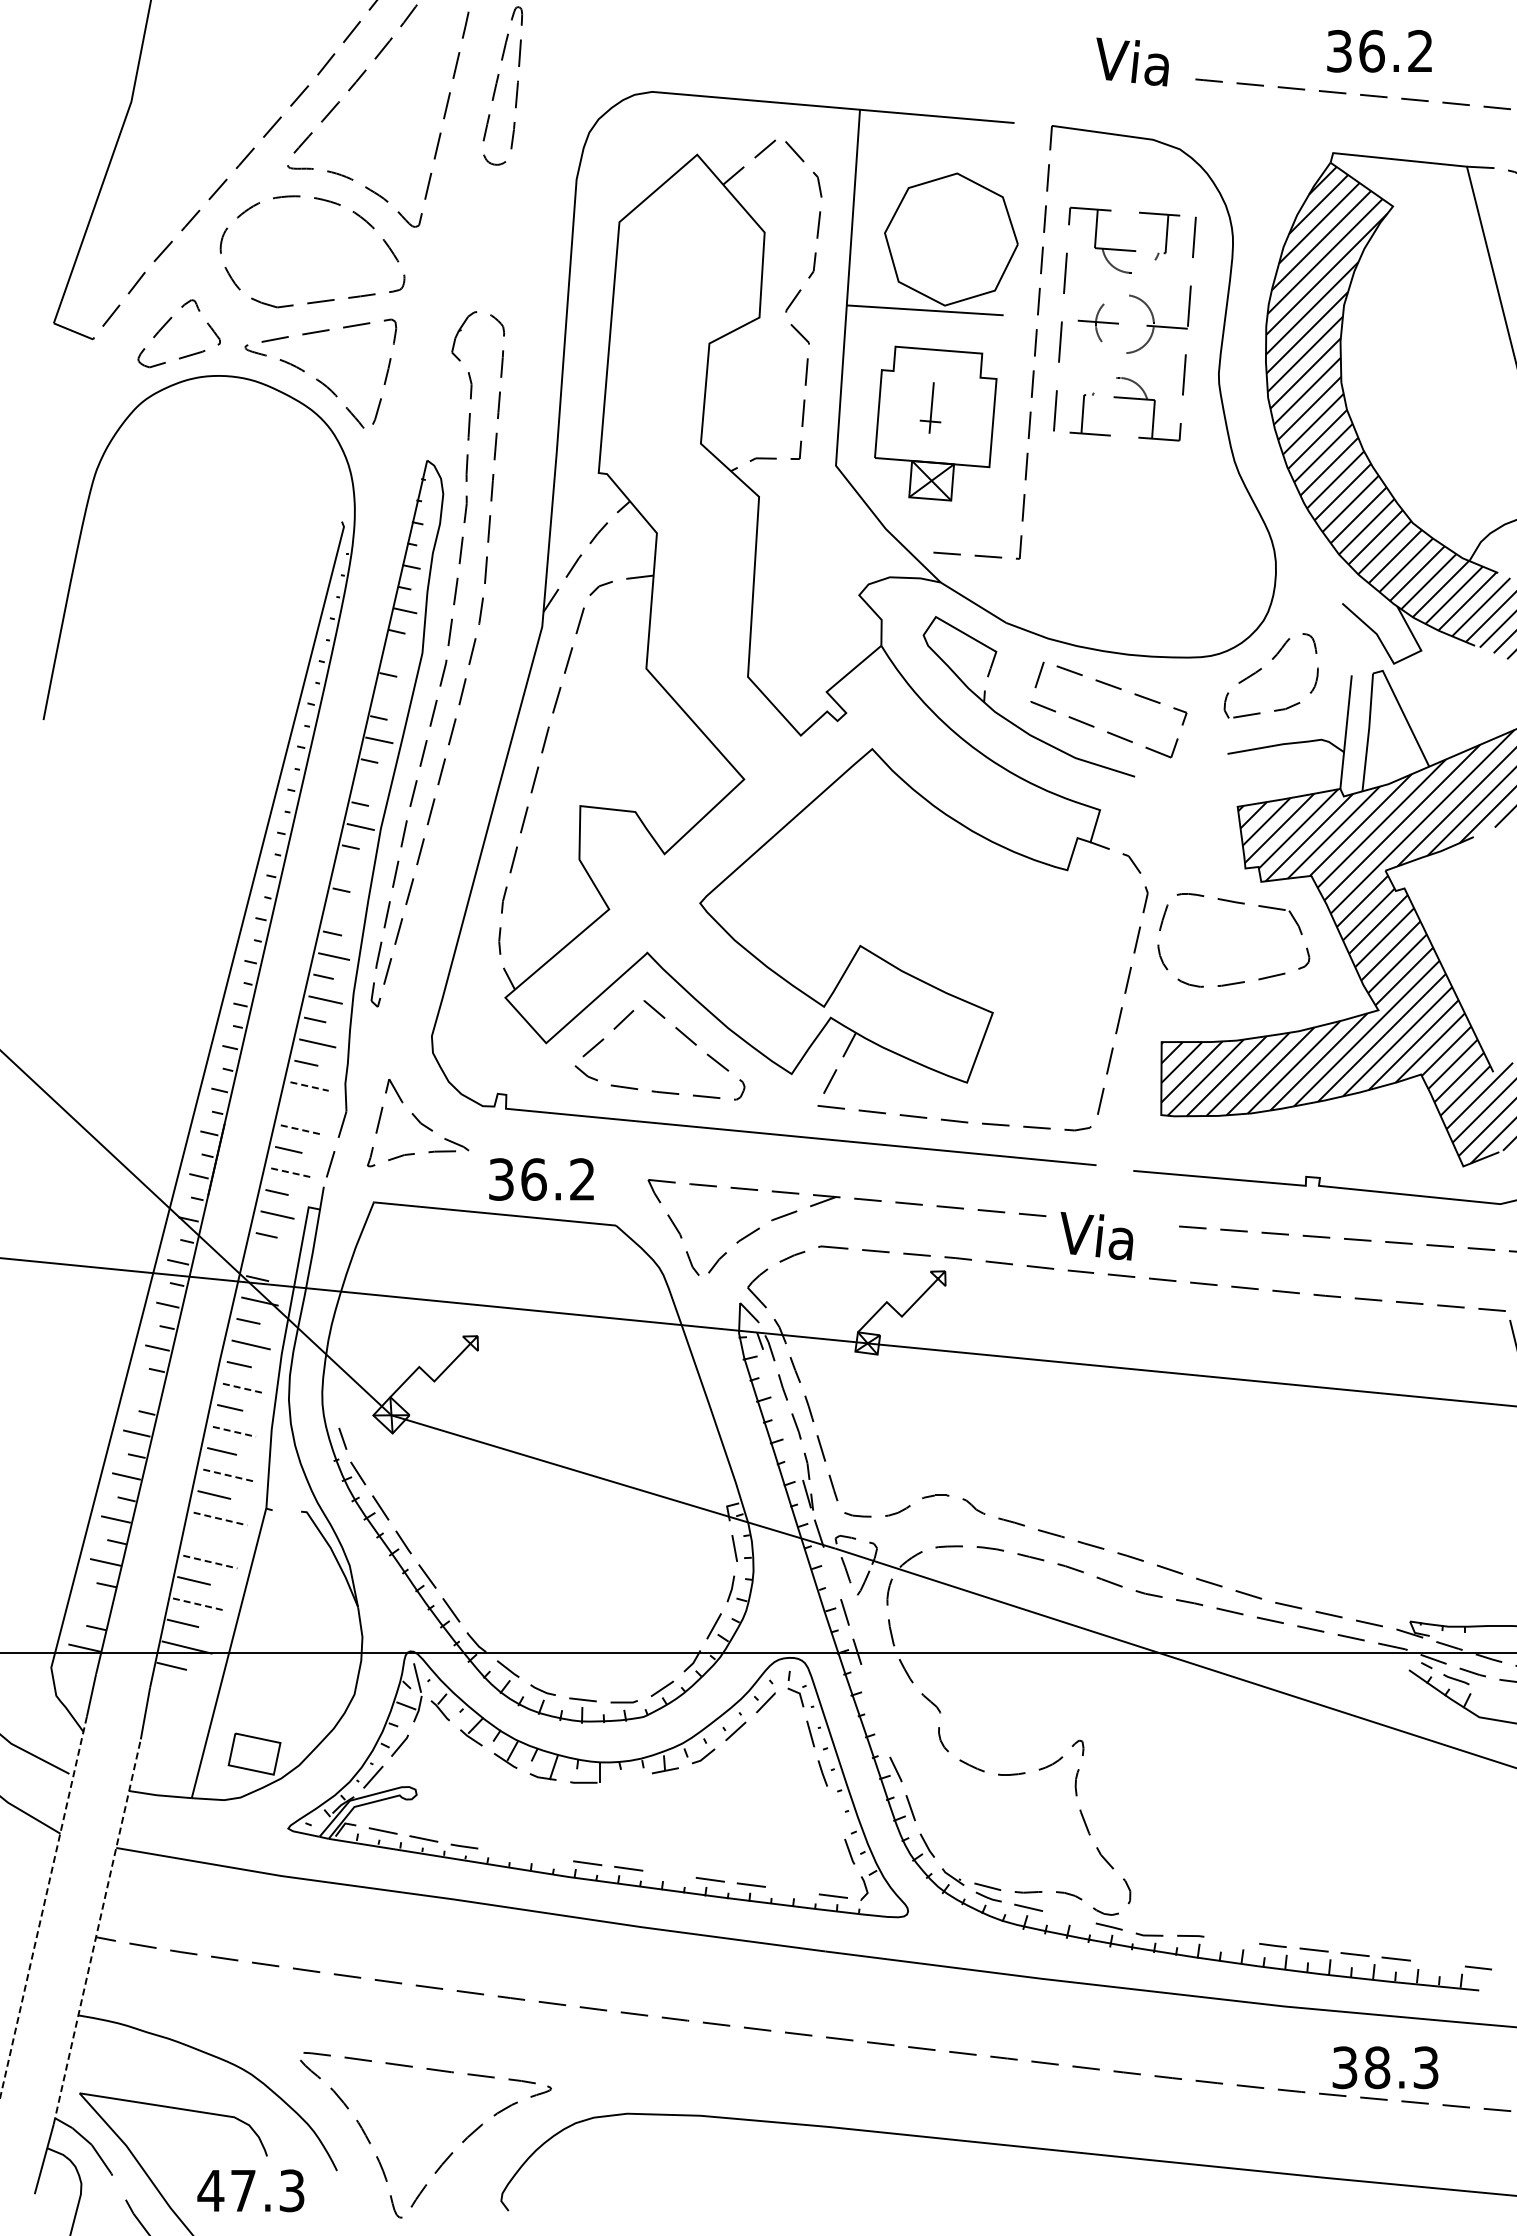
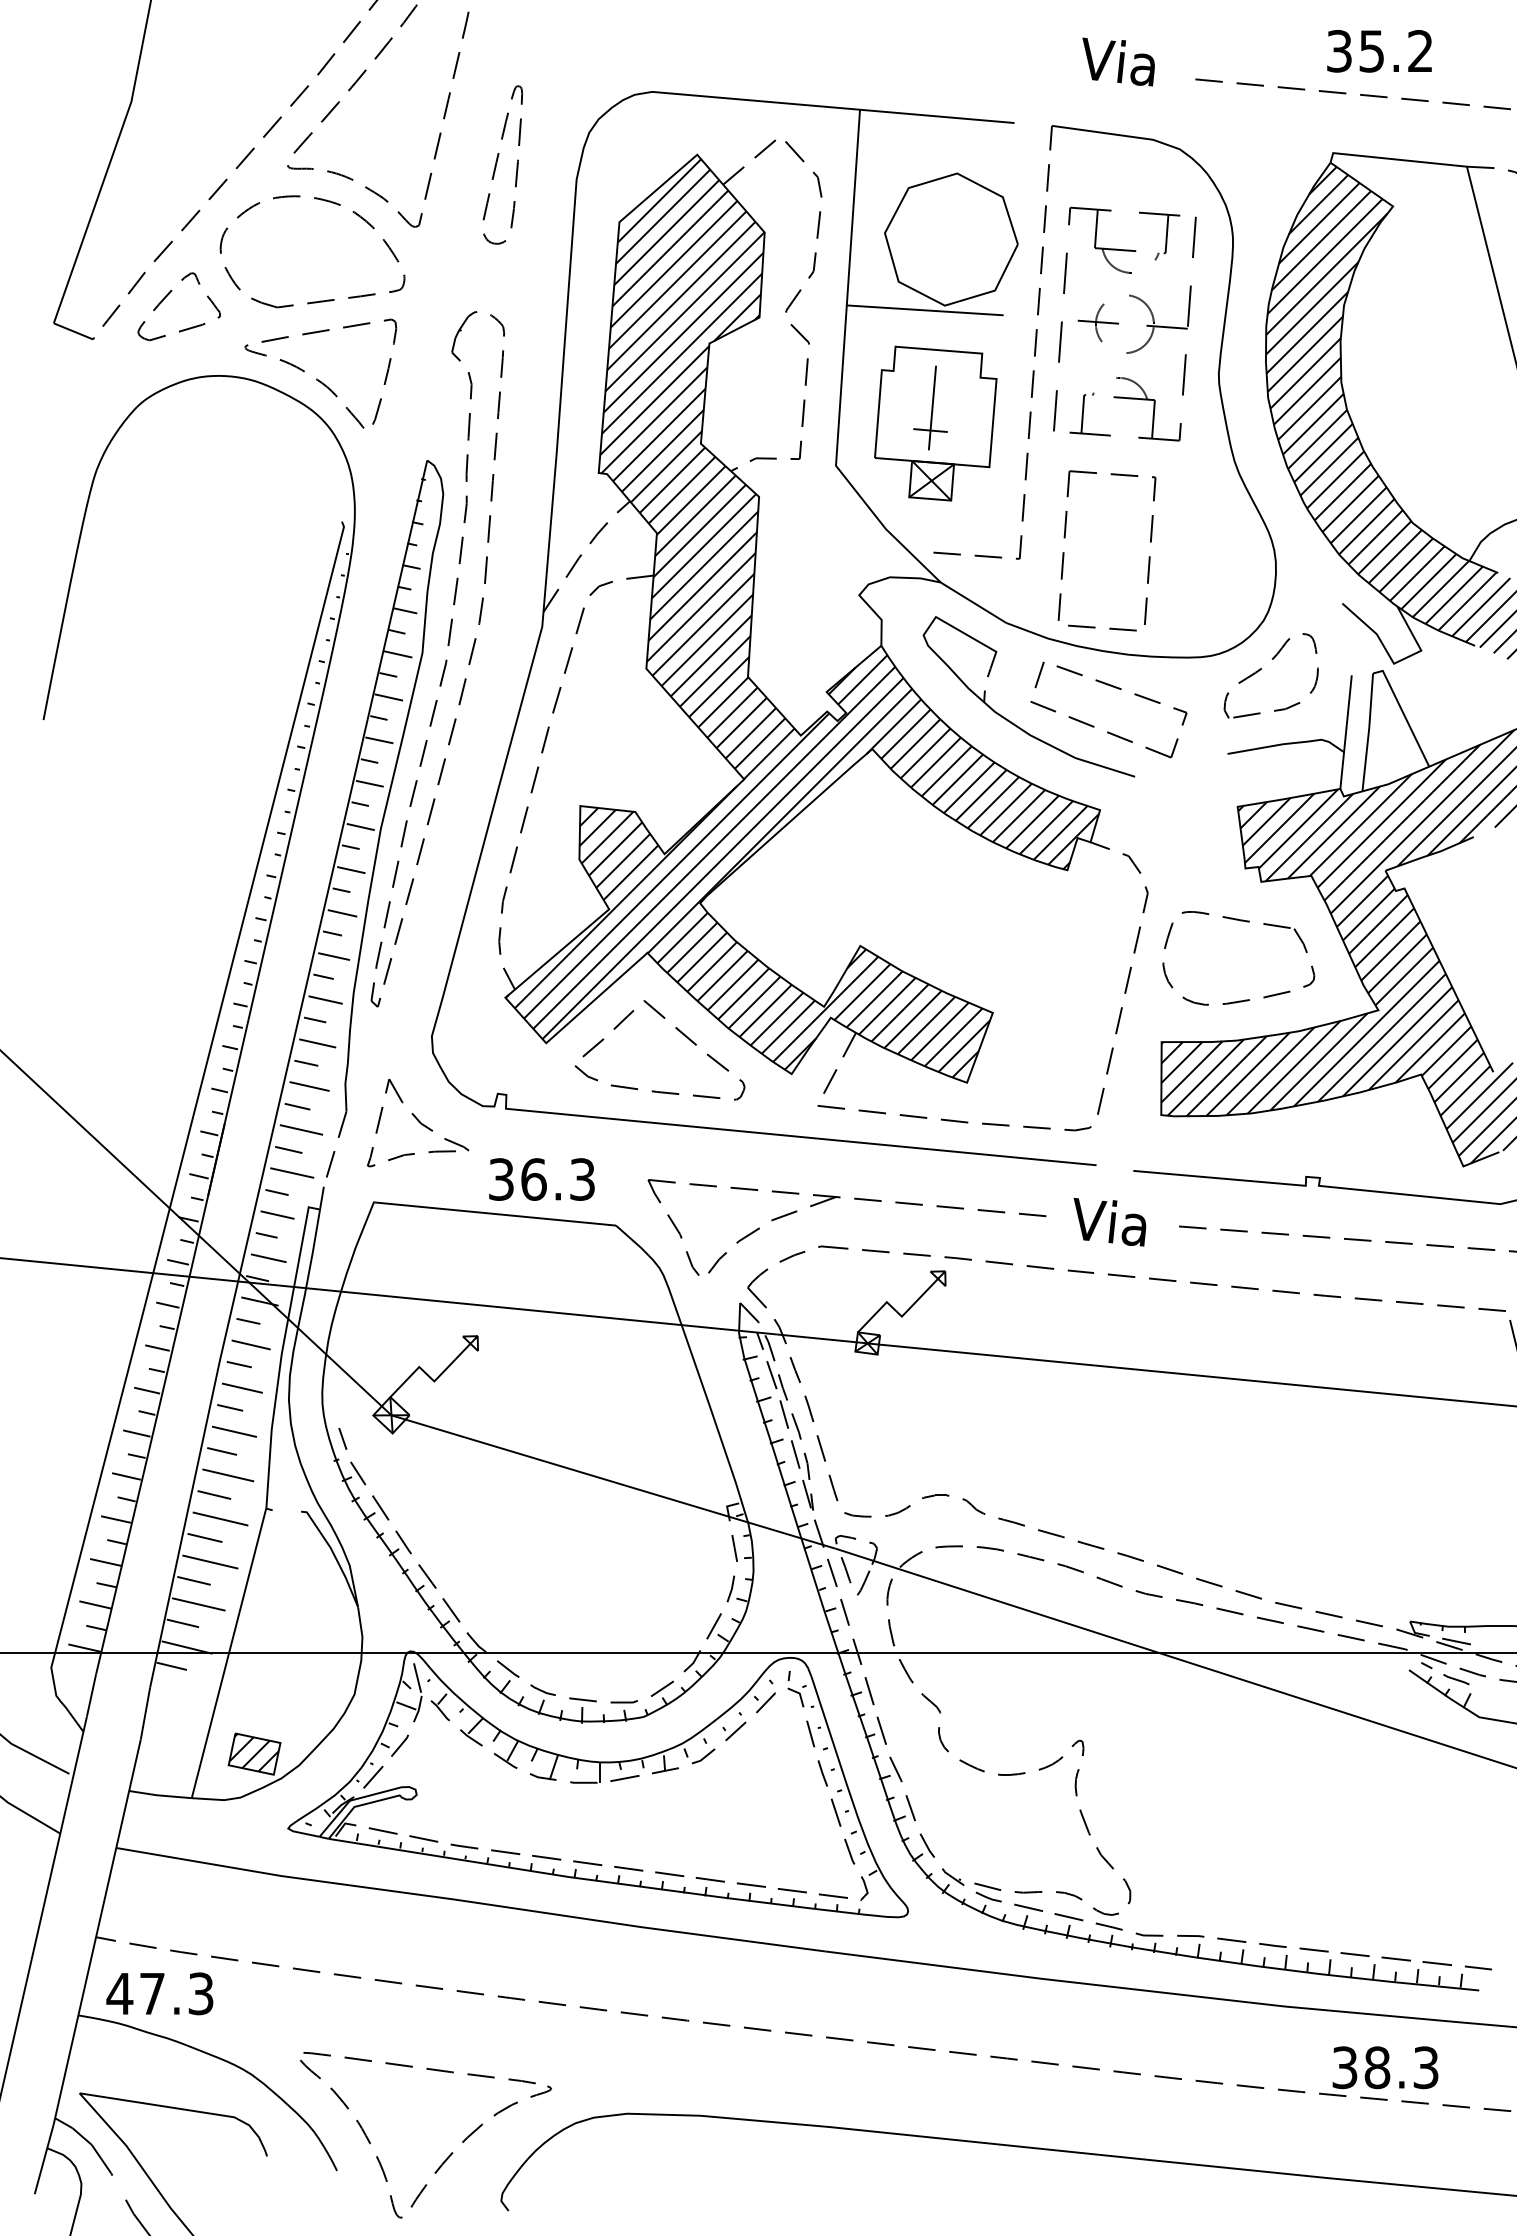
text at (1371, 51): 36.2 -> 35.2
text at (1132, 61) position: (1132, 61) -> (1118, 61)
part at (502, 85) position: (502, 85) -> (502, 164)
part at (168, 322) position: (168, 322) -> (168, 295)
part at (930, 407) size: 23x52 px -> 35x86 px
part at (1064, 552): none -> present
hatch at (801, 620): none -> present
line at (397, 654): none -> present
line at (388, 697): none -> present
line at (369, 783): none -> present
line at (351, 870): none -> present
part at (1241, 904) position: (1241, 904) -> (1246, 922)
line at (342, 913): none -> present
line at (309, 1086): dashed -> solid
line at (297, 1106): none -> present
line at (301, 1130): dashed -> solid
line at (292, 1173): dashed -> solid
text at (582, 1179): 36.2 -> 36.3
text at (1096, 1236) position: (1096, 1236) -> (1109, 1222)
line at (268, 1258): none -> present
line at (771, 1375): none -> present
line at (242, 1388): dashed -> solid
line at (147, 1390): none -> present
line at (784, 1414): none -> present
line at (234, 1431): dashed -> solid
line at (795, 1454): none -> present
line at (228, 1475): dashed -> solid
line at (220, 1519): dashed -> solid
line at (204, 1537): none -> present
line at (210, 1562): dashed -> solid
line at (832, 1572): none -> present
line at (95, 1604): none -> present
line at (198, 1604): dashed -> solid
line at (1456, 1641): none -> present
line at (869, 1691): none -> present
line at (881, 1730): none -> present
hatch at (253, 1752): none -> present
line at (624, 1778): none -> present
line at (835, 1812): none -> present
line at (505, 1852): none -> present
line at (546, 1857): none -> present
line at (669, 1874): none -> present
line at (791, 1890): none -> present
line at (43, 1907): dashed -> solid
line at (1068, 1917): none -> present
line at (97, 1931): dashed -> solid
line at (1231, 1940): none -> present
line at (1437, 1963): none -> present
text at (250, 2190) position: (250, 2190) -> (159, 1993)
